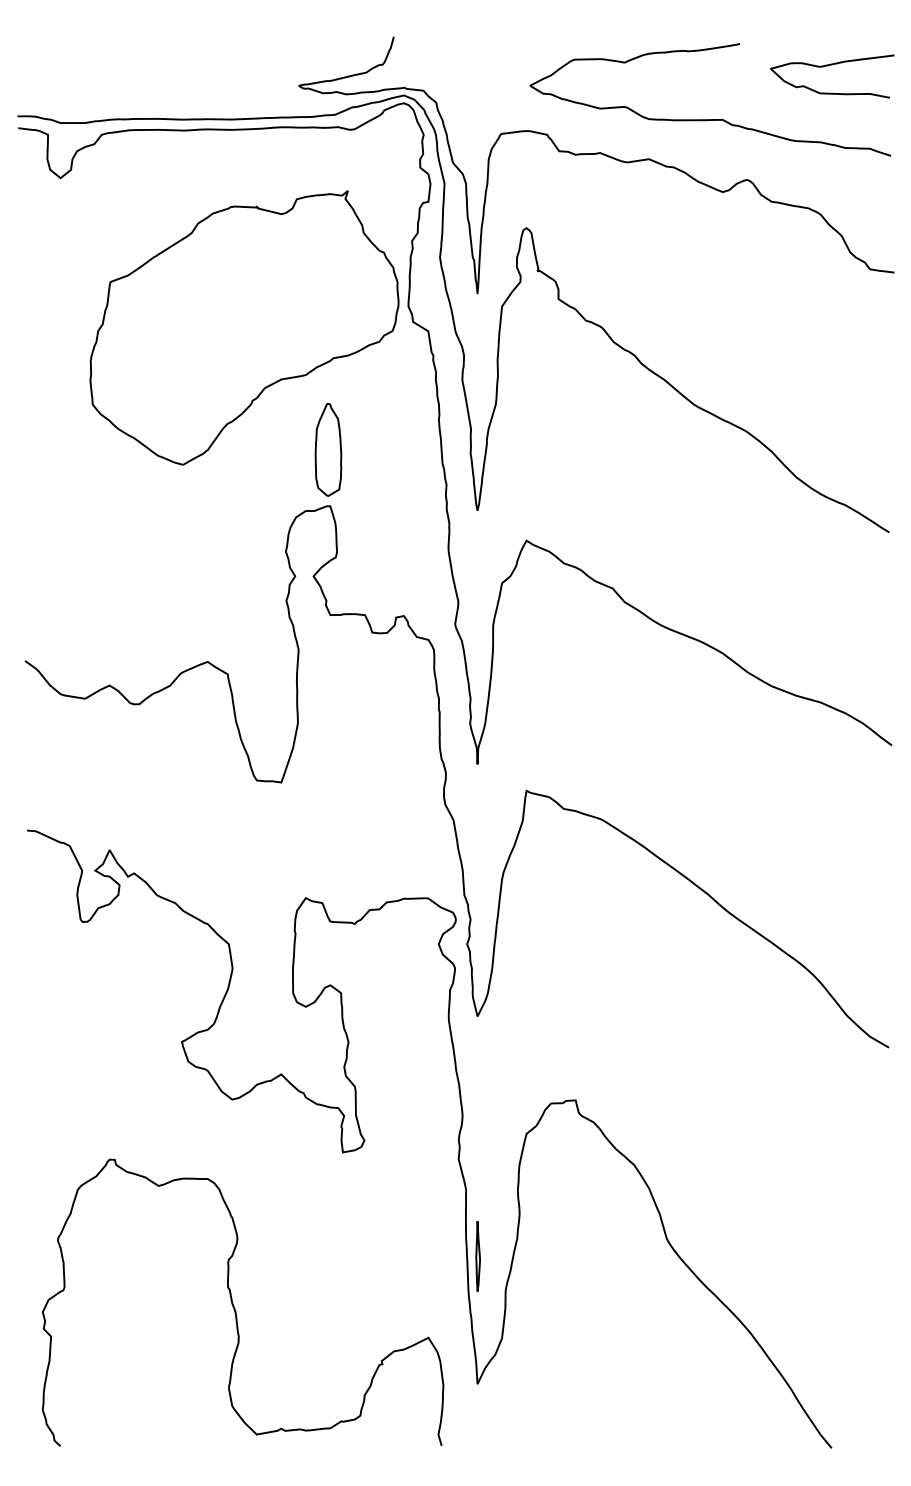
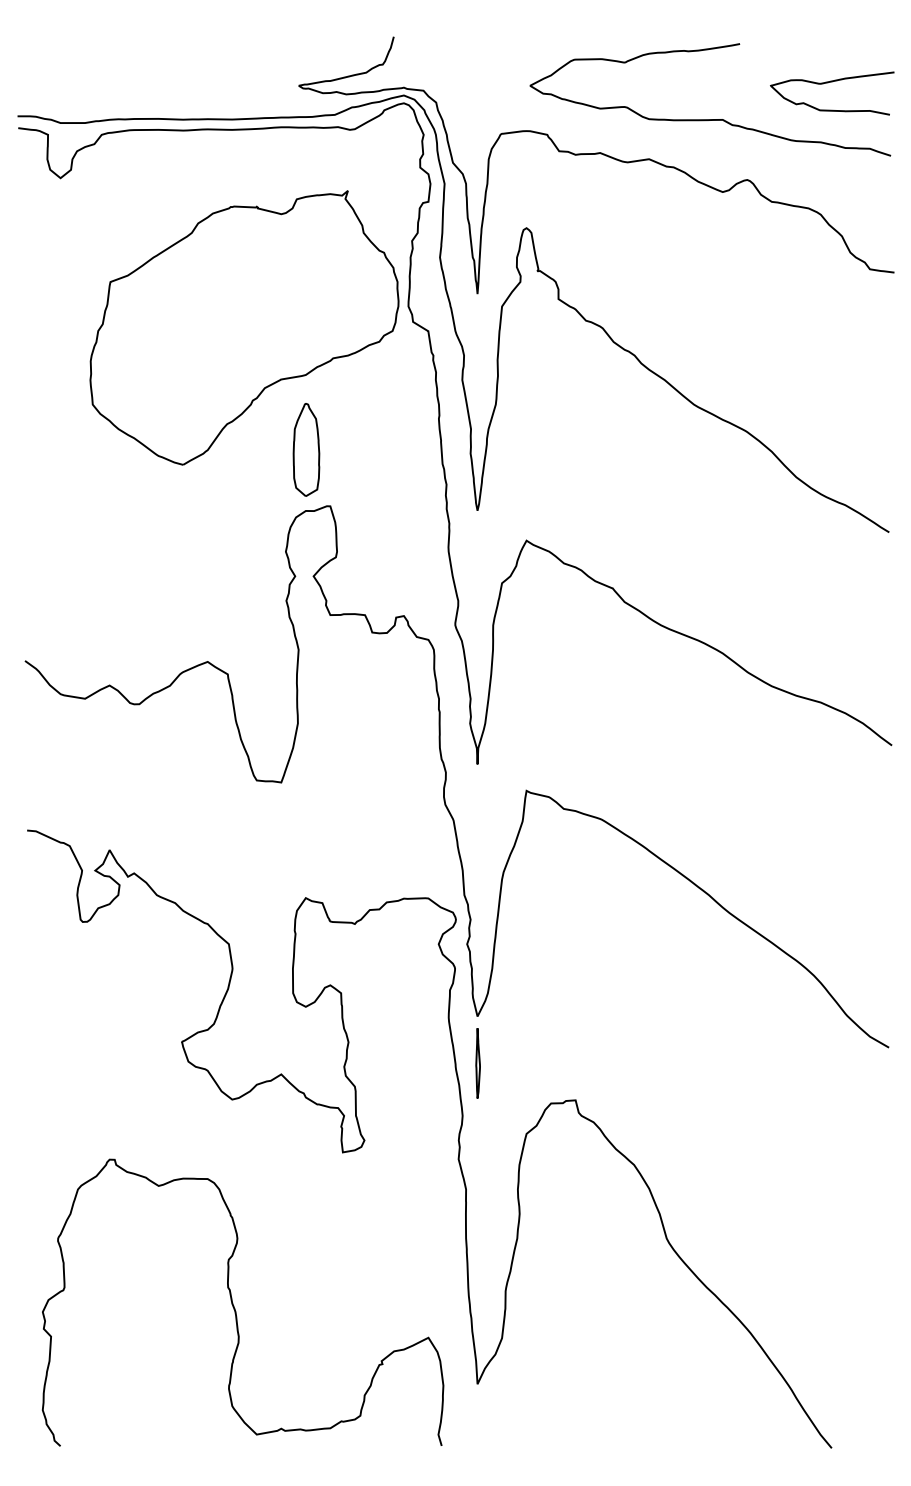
curve at (828, 66) position: (828, 66) -> (828, 83)
part at (328, 449) position: (328, 449) -> (306, 449)
part at (477, 1256) position: (477, 1256) -> (477, 1063)
